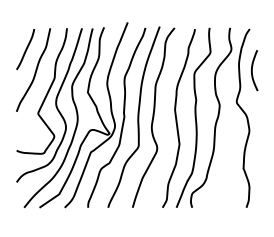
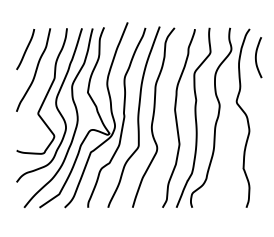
curve at (252, 70) position: (252, 70) -> (256, 57)
